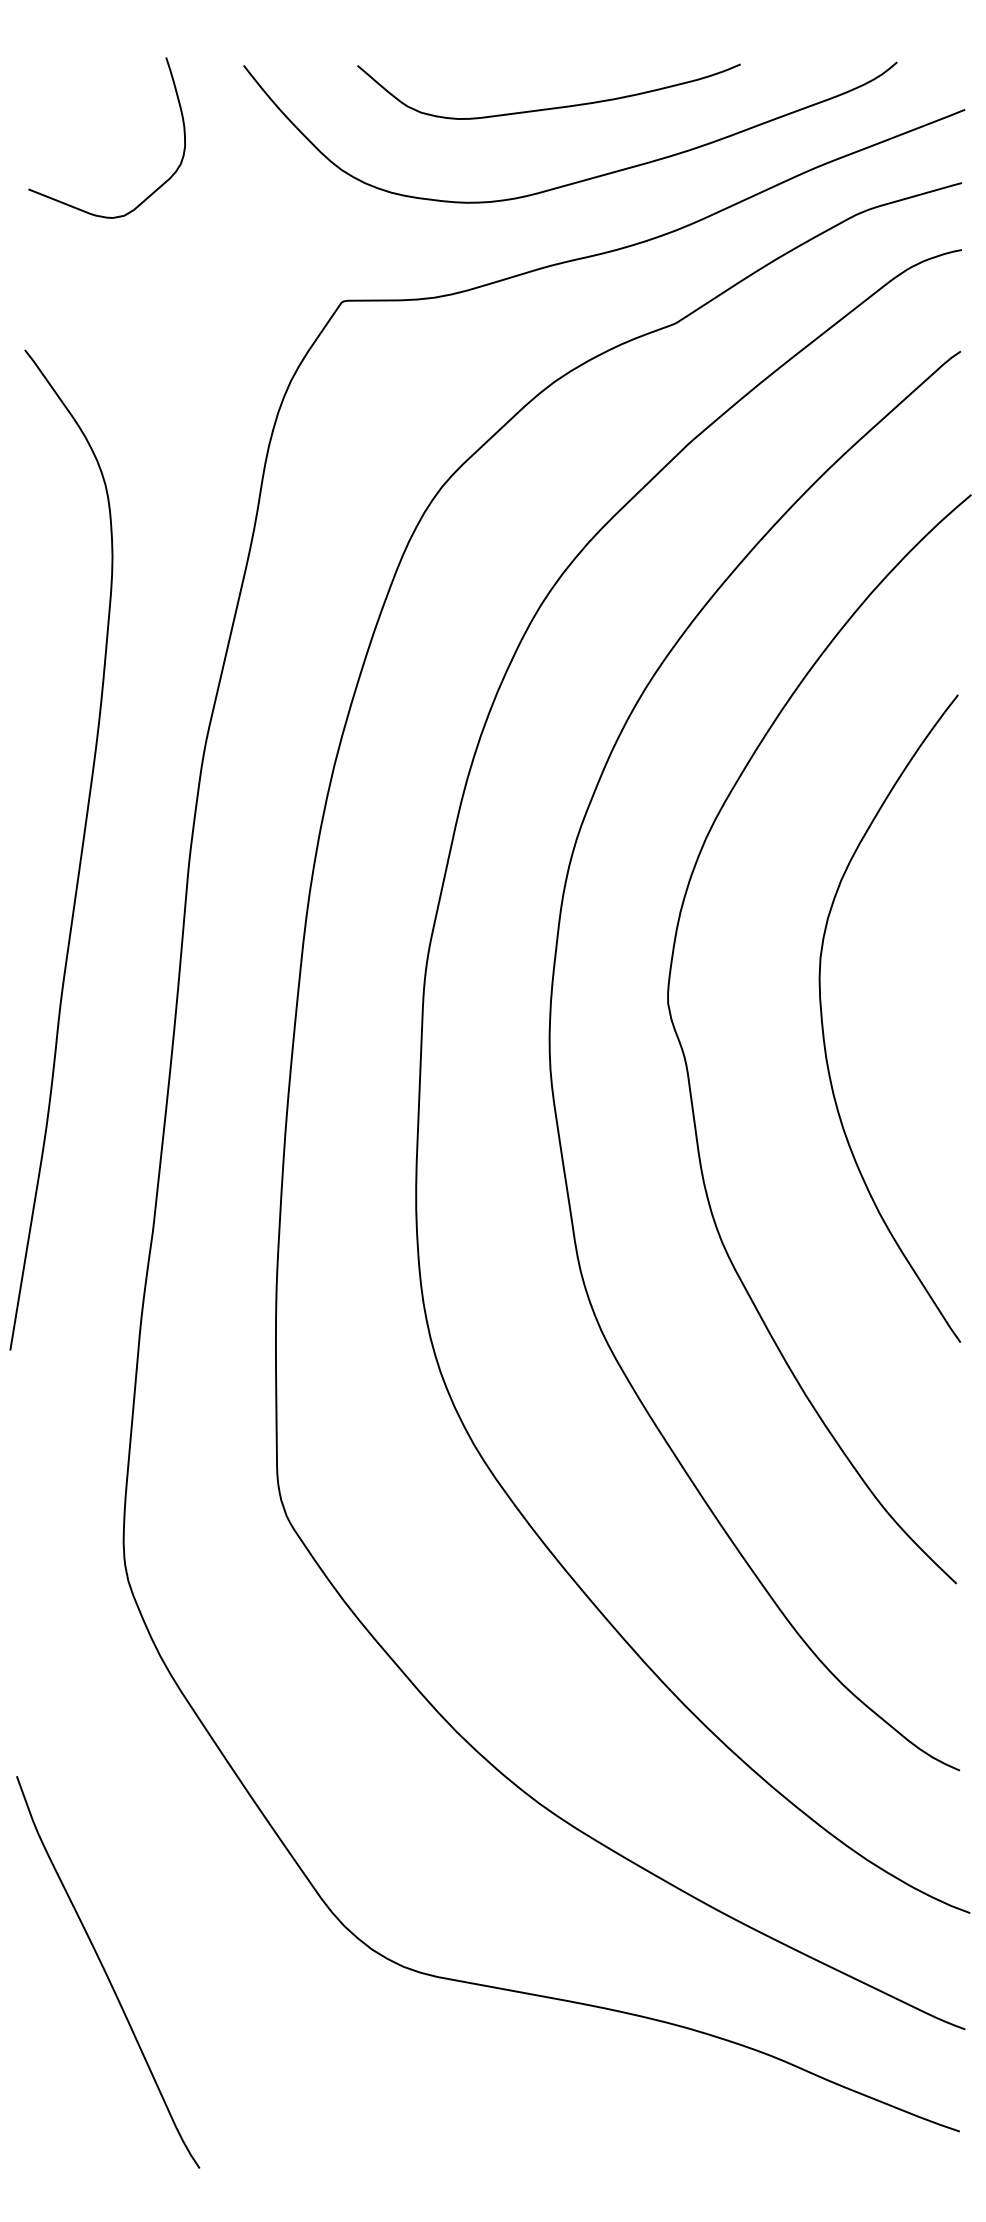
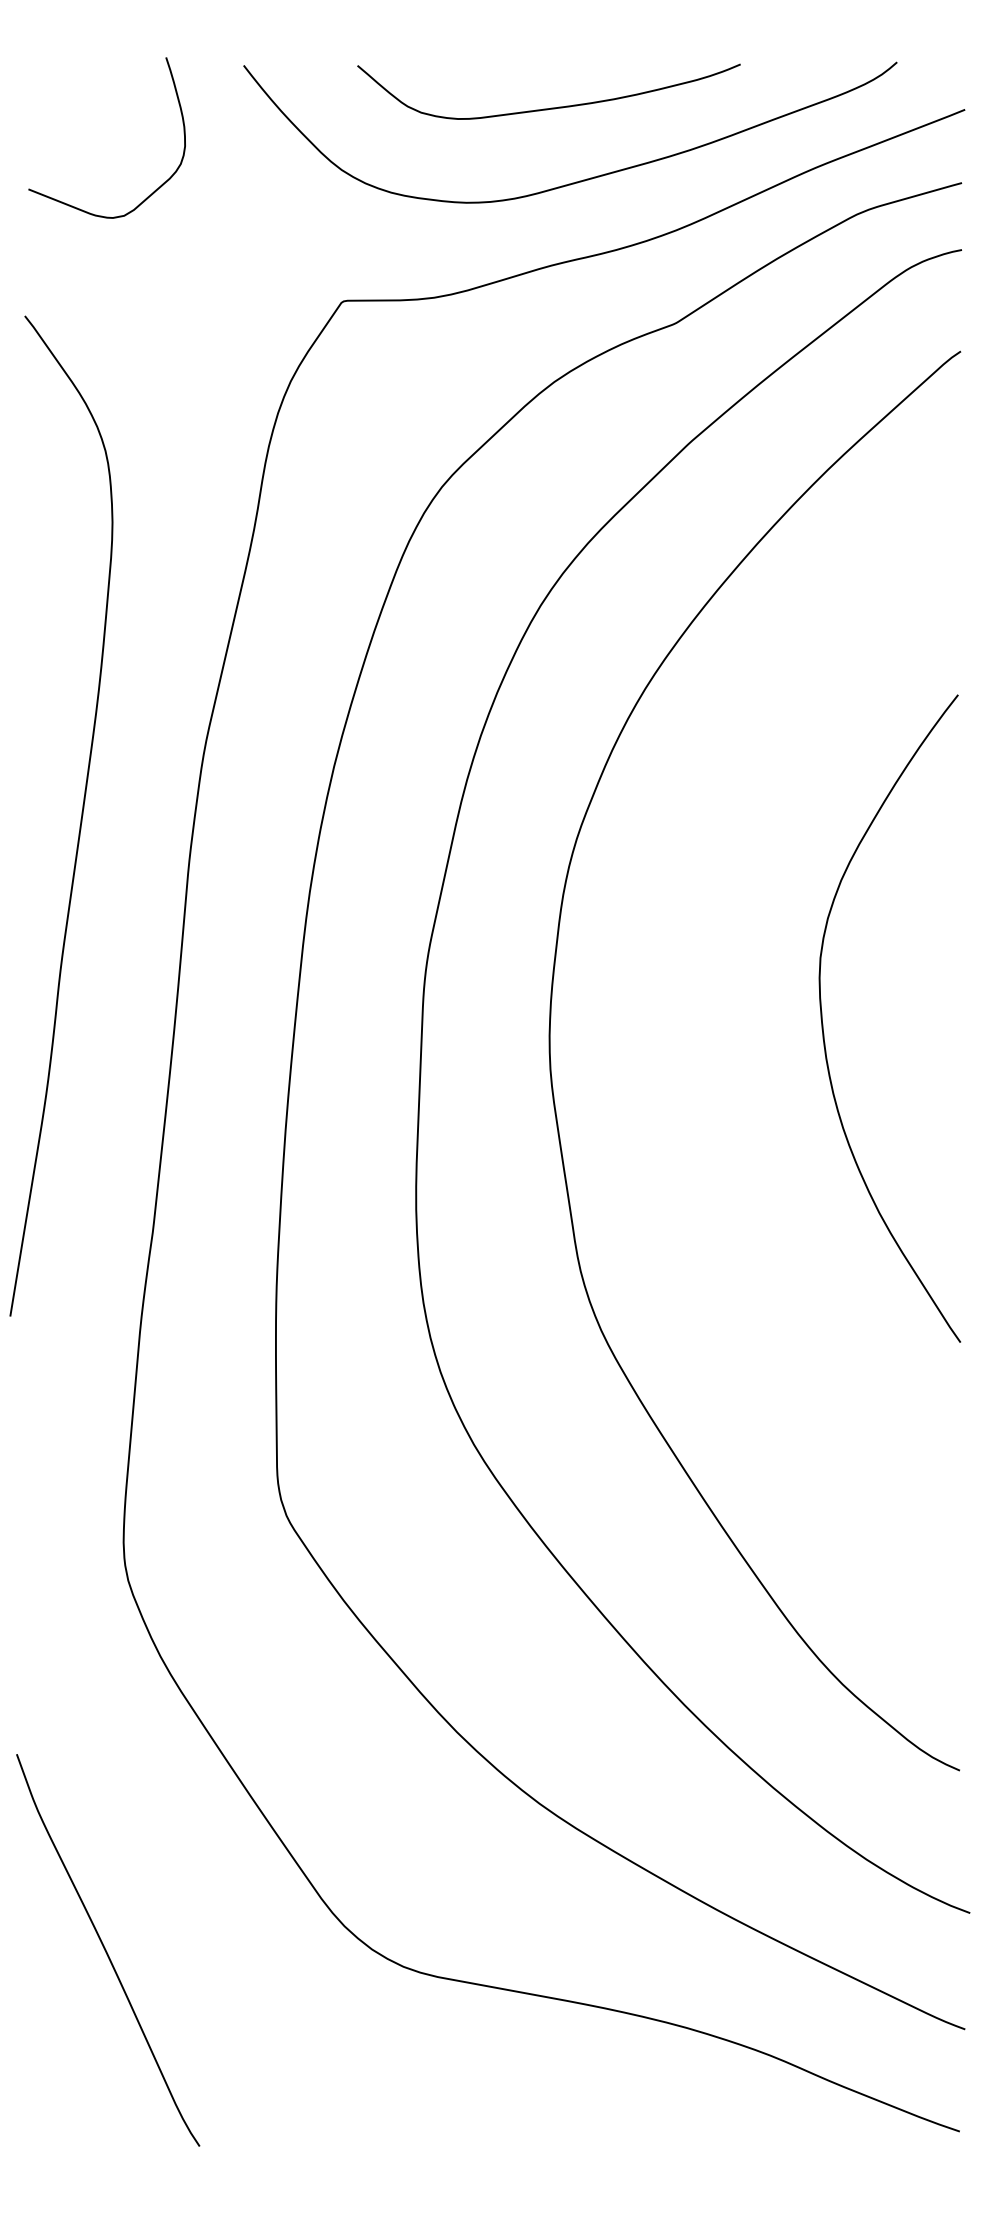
curve at (80, 852) position: (80, 852) -> (80, 818)
curve at (687, 1064): present -> none
curve at (107, 1973) position: (107, 1973) -> (107, 1951)
